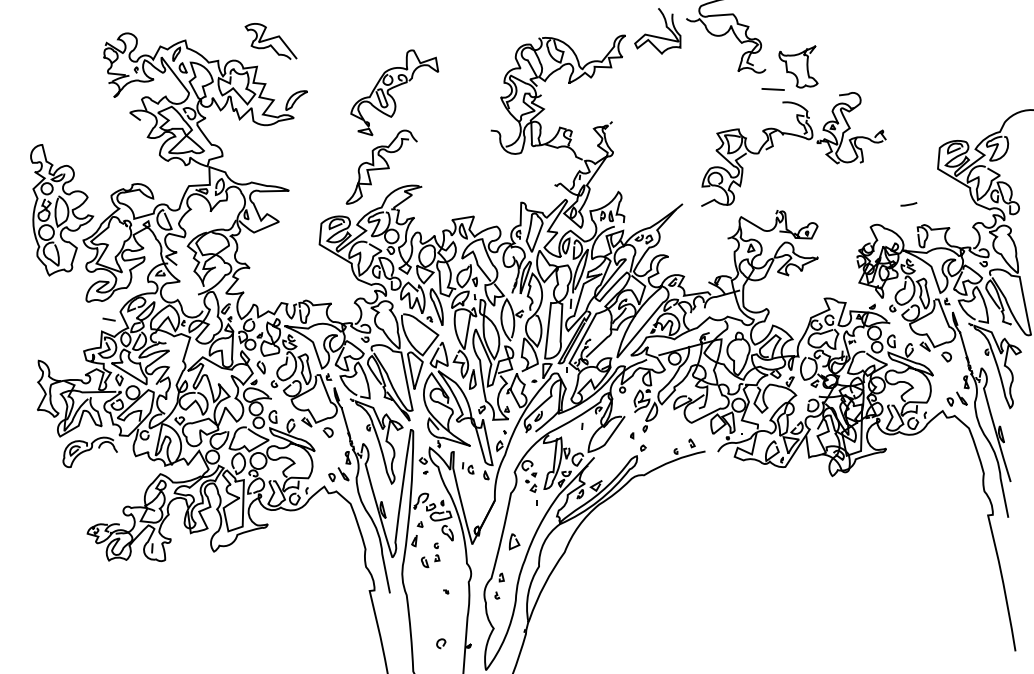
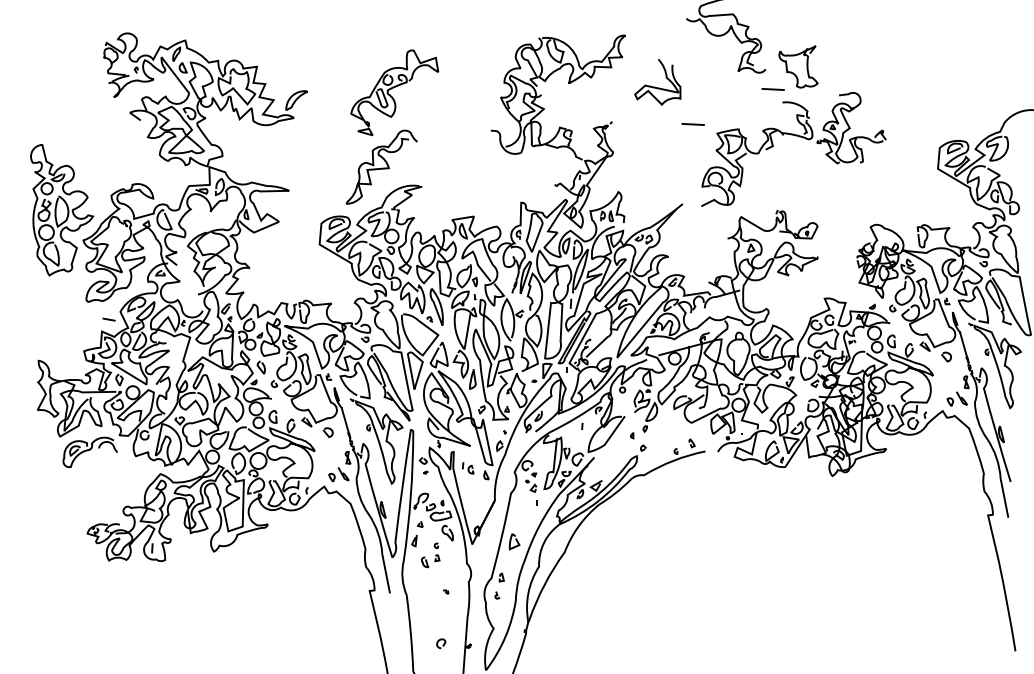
curve at (655, 35) position: (655, 35) -> (655, 86)
curve at (269, 40): present -> none
line at (692, 124): none -> present
line at (908, 204): present -> none
